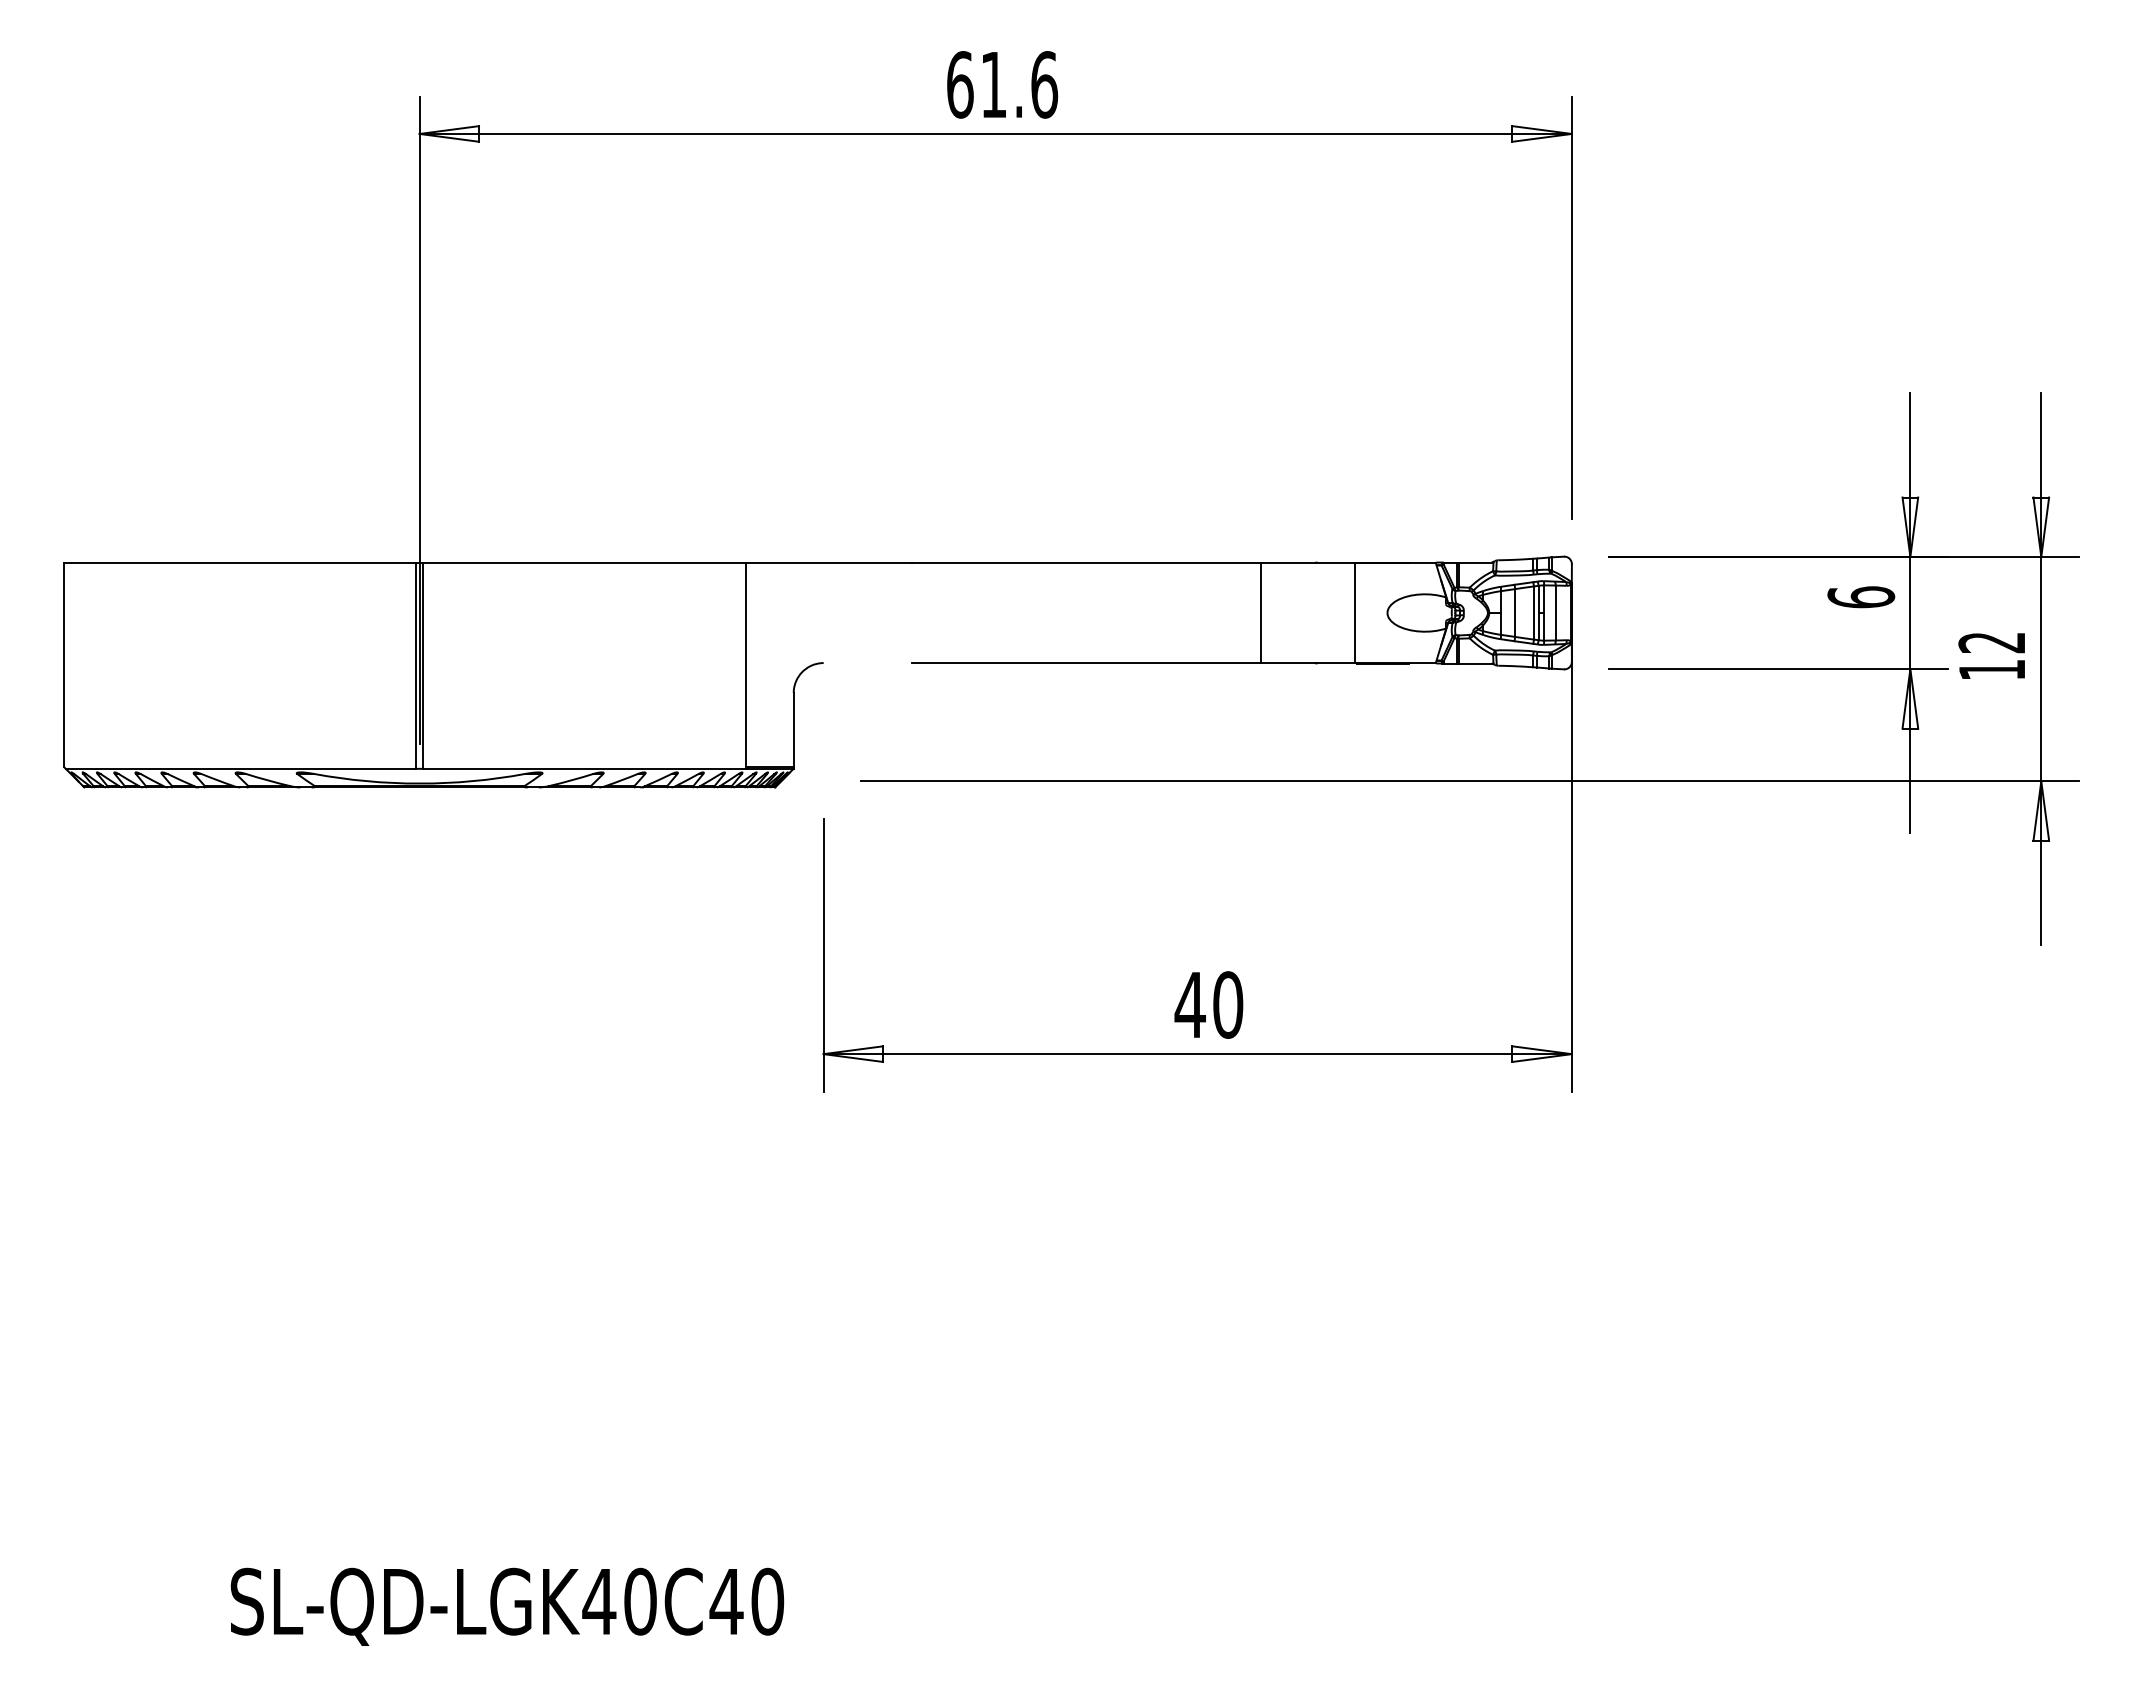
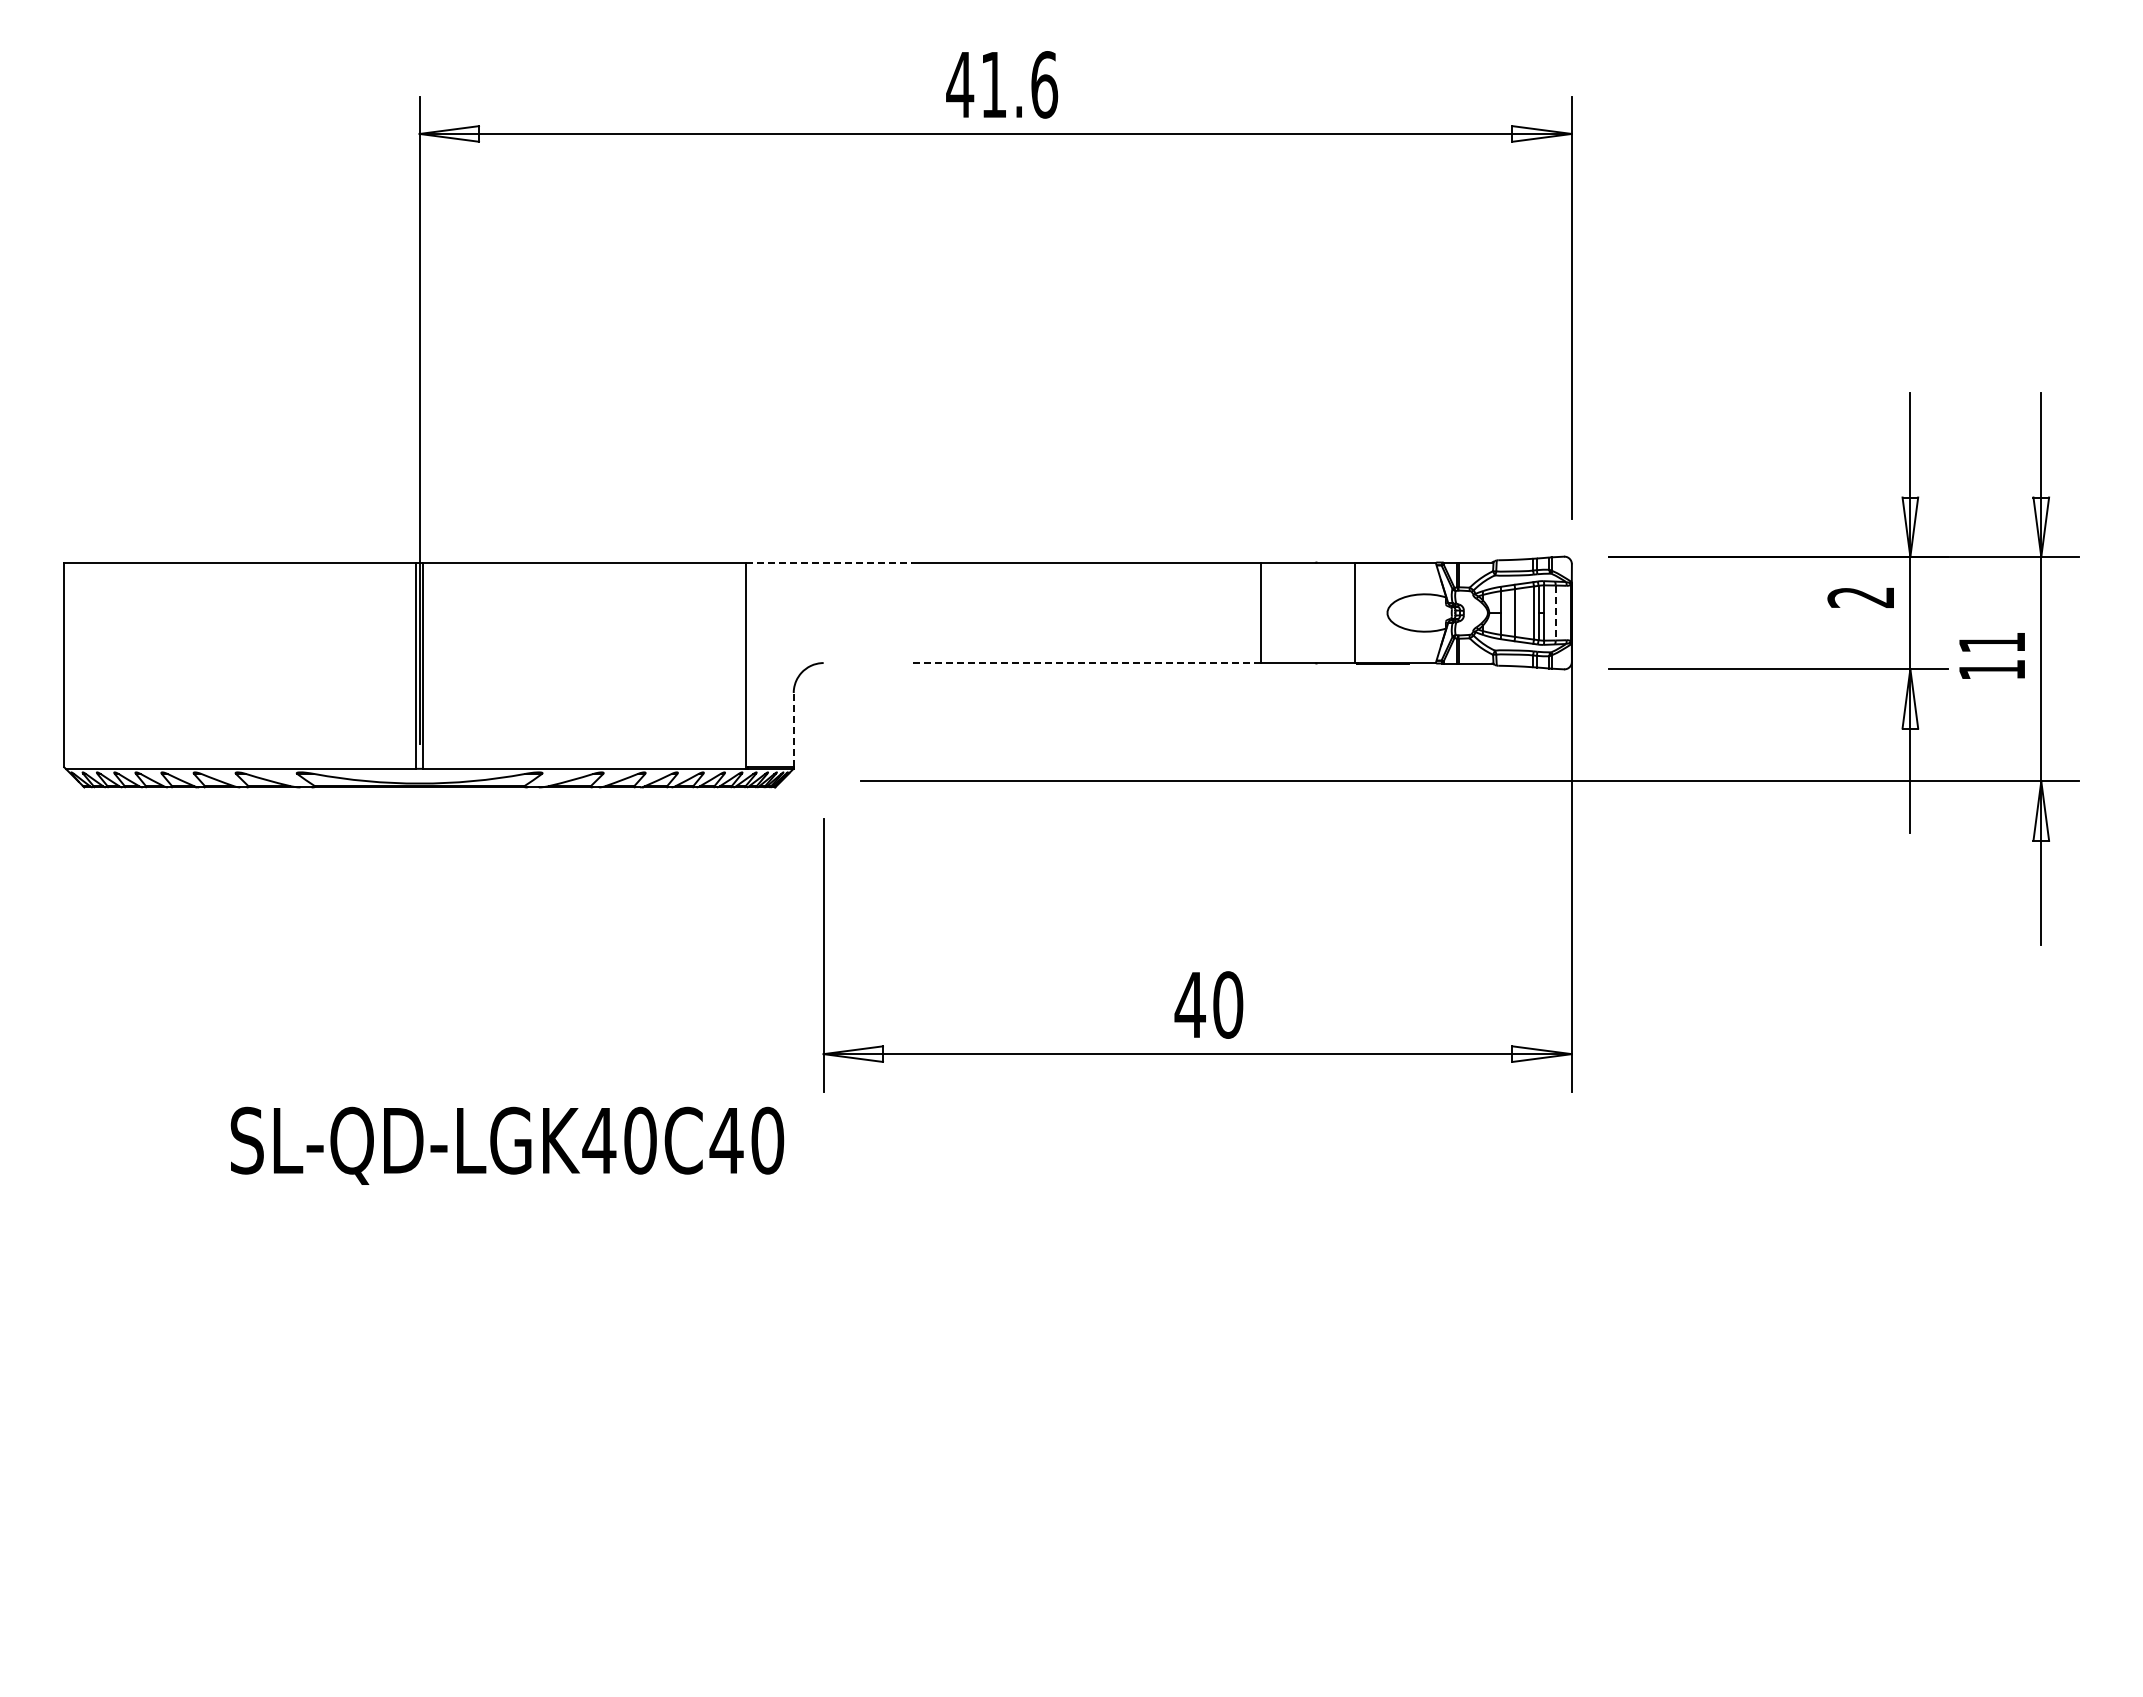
text at (960, 84): 61.6 -> 41.6
line at (829, 562): solid -> dashed
text at (1861, 597): 6 -> 2
line at (1555, 613): solid -> dashed
text at (1991, 643): 12 -> 11
line at (1086, 663): solid -> dashed
line at (793, 729): solid -> dashed
text at (507, 1606) position: (507, 1606) -> (507, 1145)
